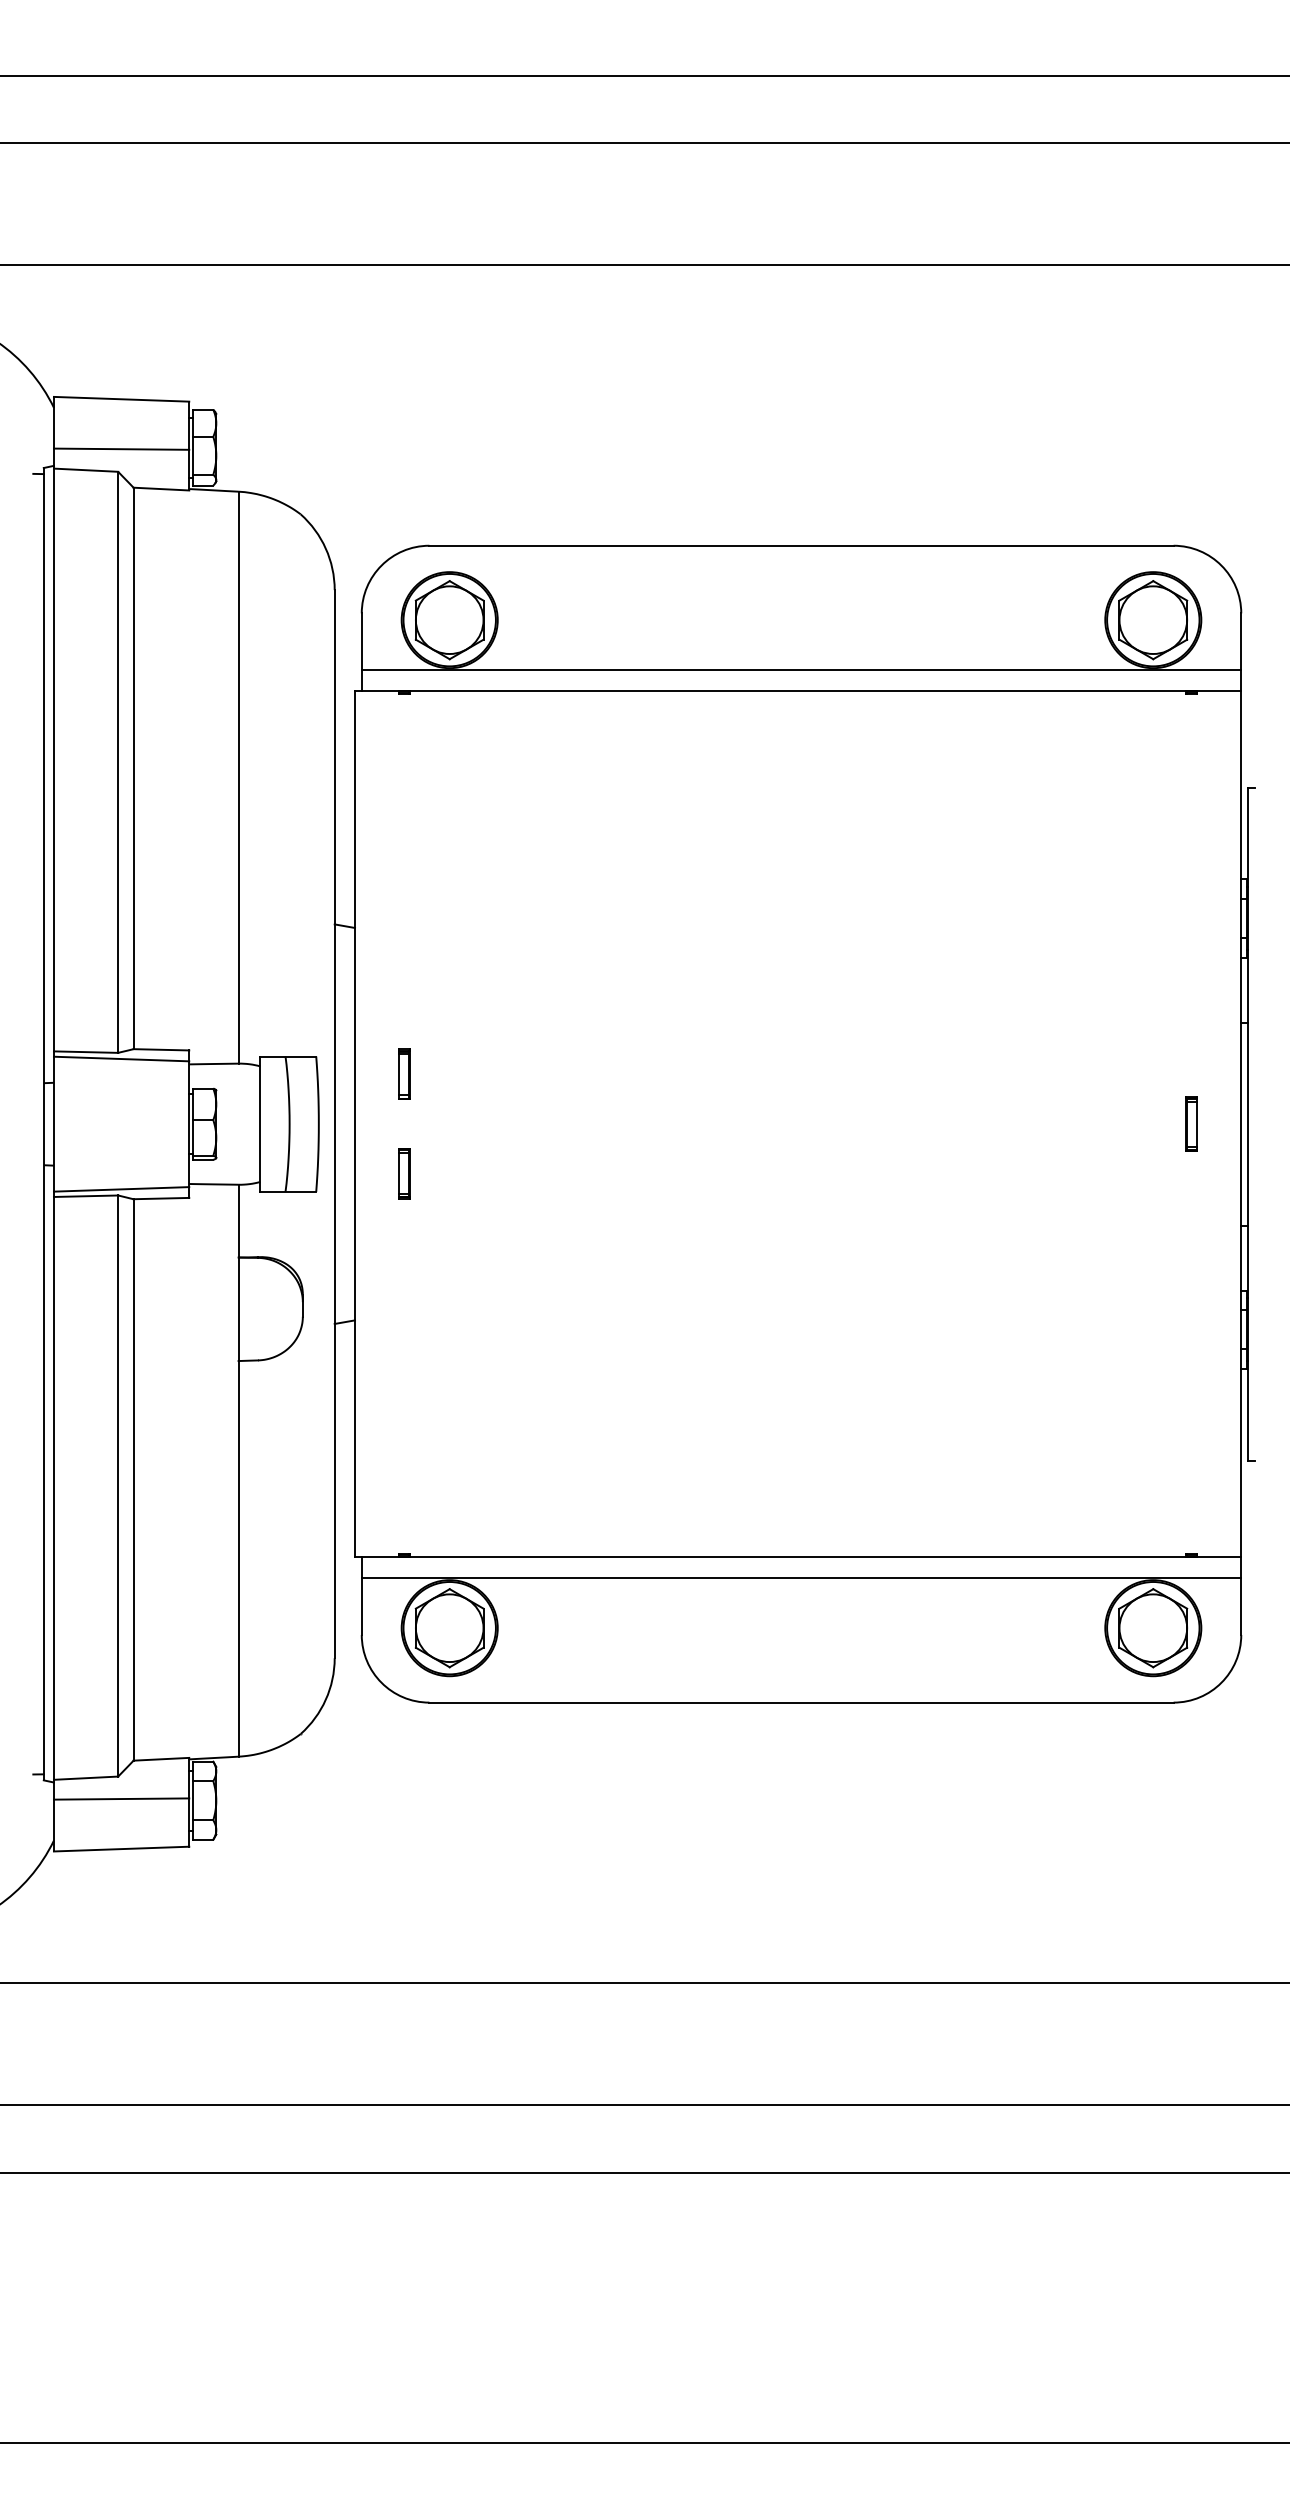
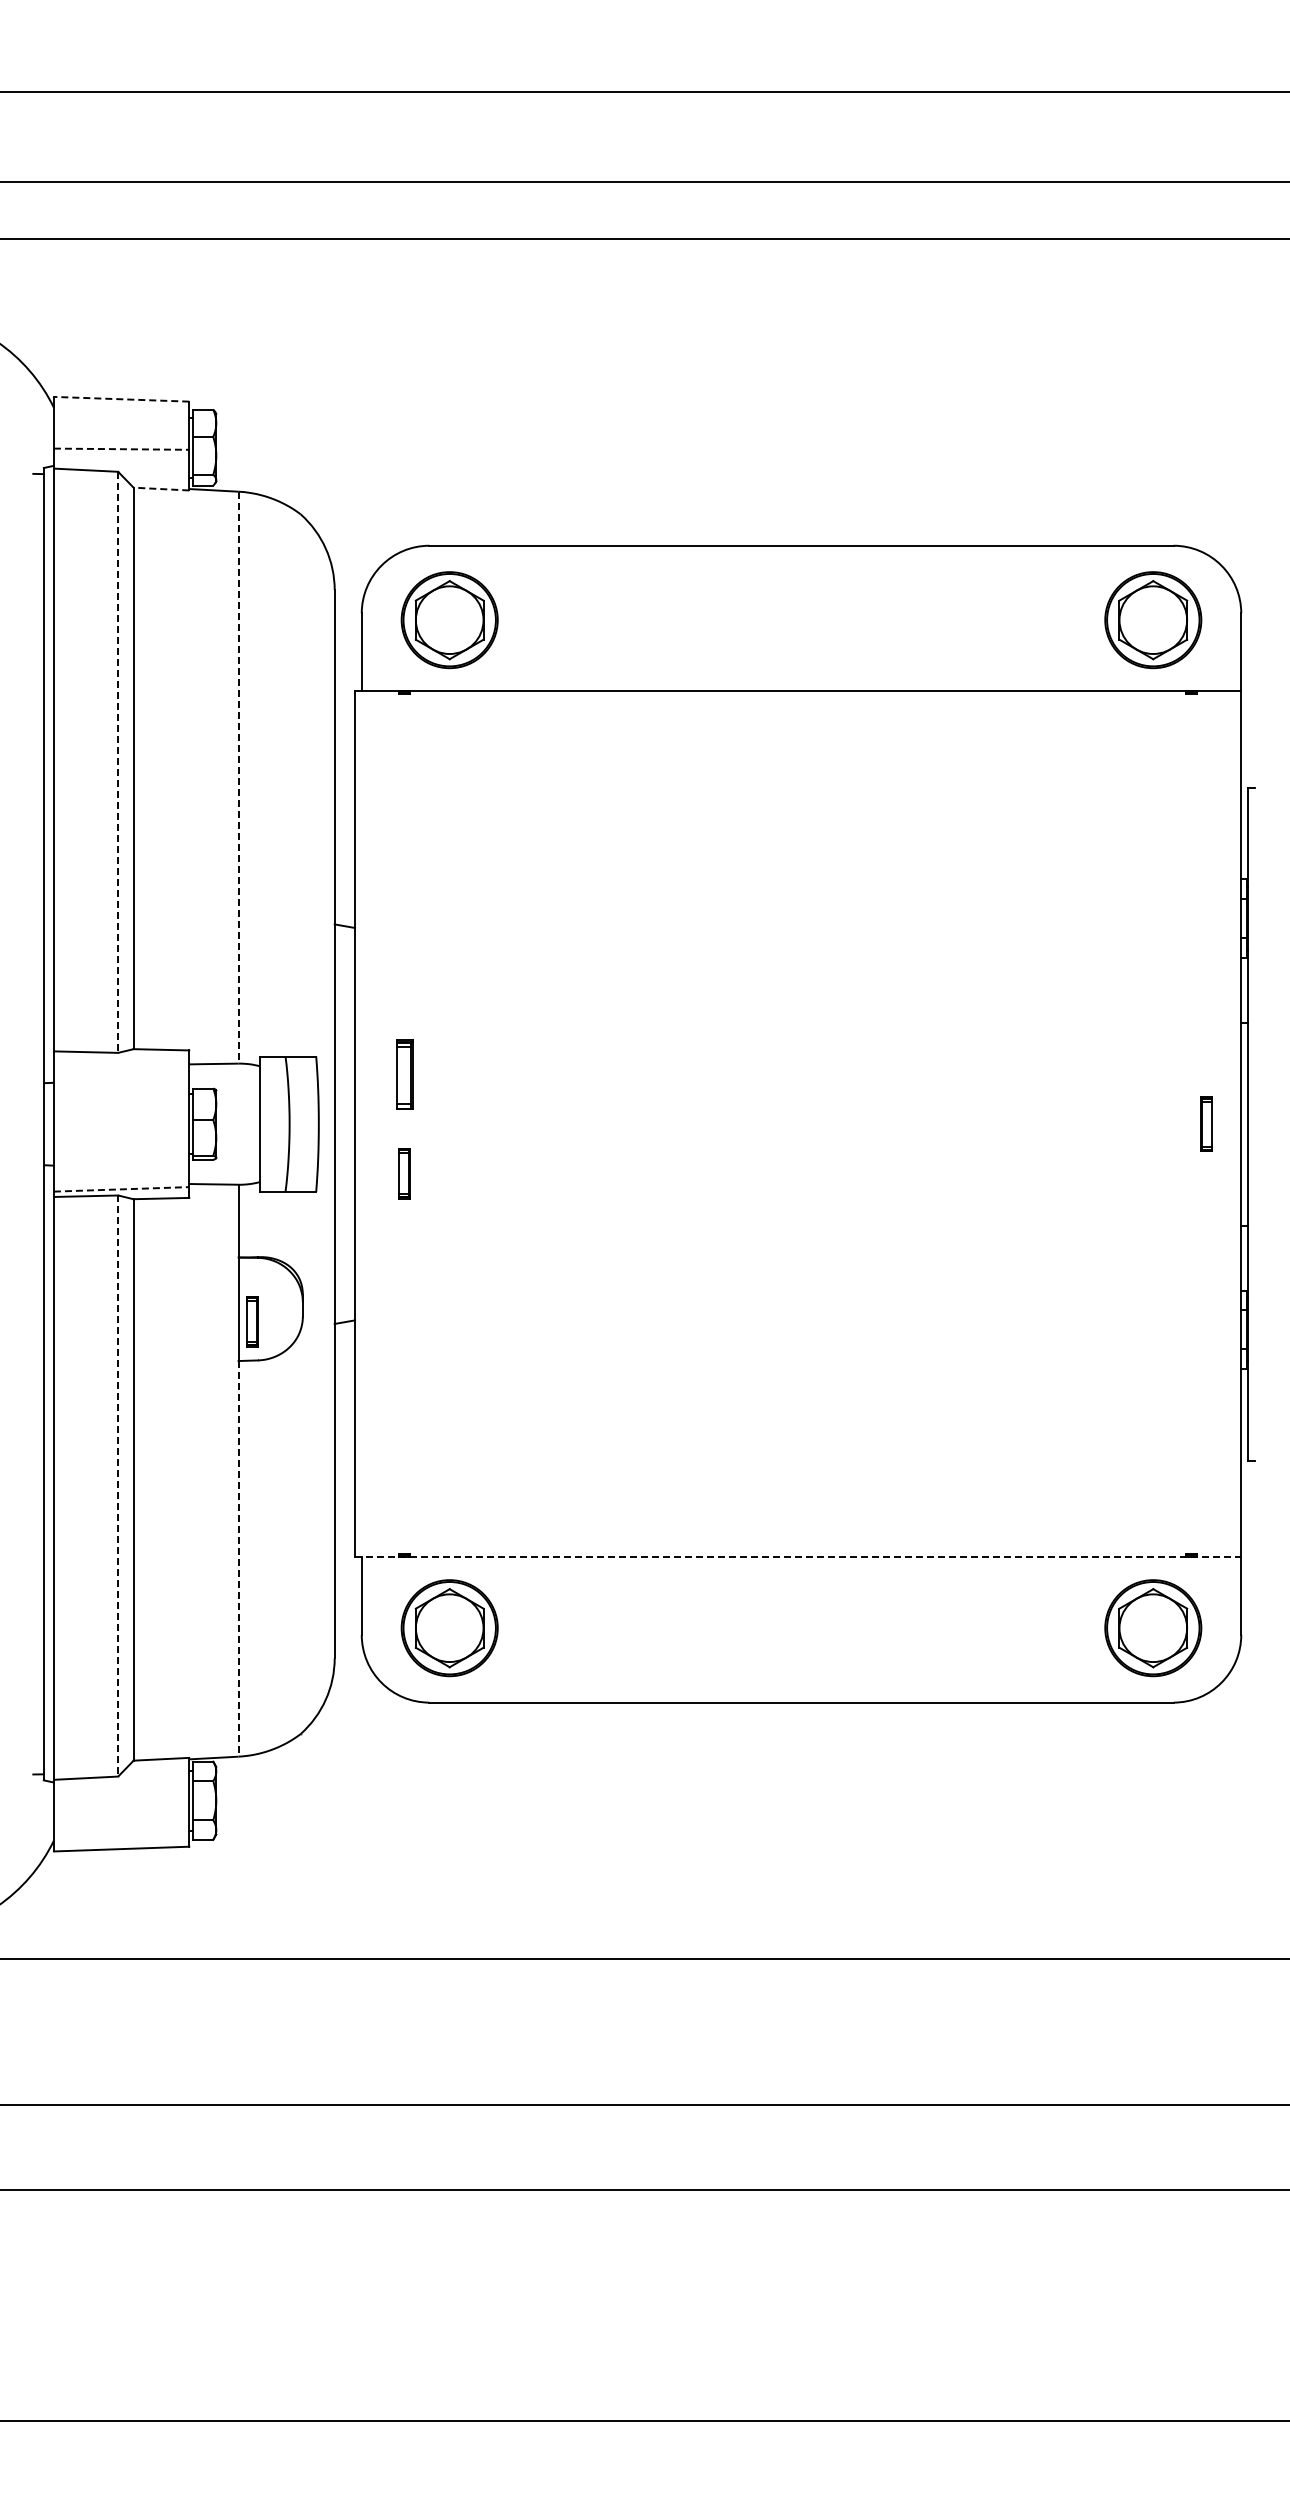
line at (644, 75) position: (644, 75) -> (644, 91)
line at (644, 143) position: (644, 143) -> (644, 182)
line at (644, 264) position: (644, 264) -> (644, 238)
line at (121, 399): solid -> dashed
line at (121, 449): solid -> dashed
line at (161, 489): solid -> dashed
line at (801, 670): present -> none
line at (118, 762): solid -> dashed
line at (238, 777): solid -> dashed
line at (121, 1058): present -> none
part at (404, 1073) size: 13x52 px -> 18x71 px
part at (1191, 1123) position: (1191, 1123) -> (1206, 1123)
line at (121, 1189): solid -> dashed
part at (252, 1321): none -> present
line at (118, 1486): solid -> dashed
line at (798, 1557): solid -> dashed
line at (238, 1558): solid -> dashed
line at (801, 1578): present -> none
line at (121, 1798): present -> none
line at (644, 1983) position: (644, 1983) -> (644, 1959)
line at (644, 2172) position: (644, 2172) -> (644, 2189)
line at (644, 2443) position: (644, 2443) -> (644, 2421)
